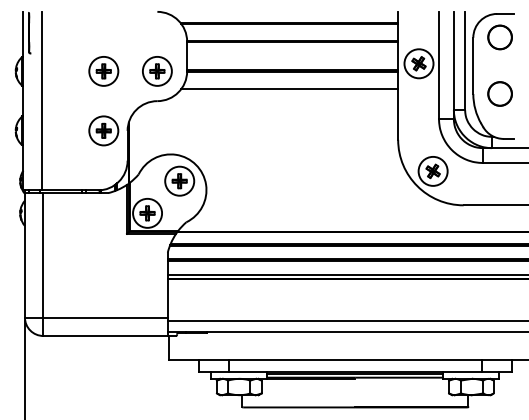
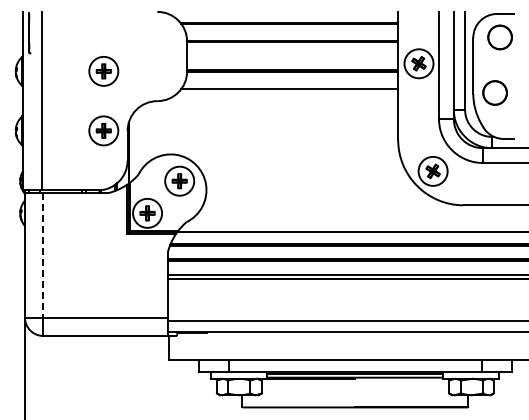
part at (157, 71): present -> none
circle at (499, 93) position: (499, 93) -> (494, 92)
line at (43, 255): solid -> dashed
